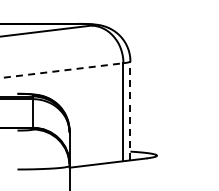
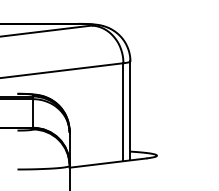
line at (61, 70): dashed -> solid
line at (130, 110): dashed -> solid
